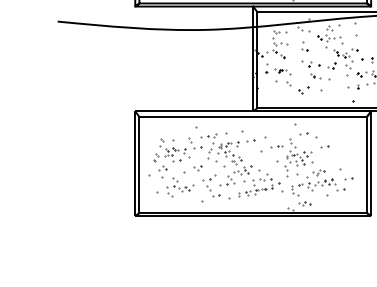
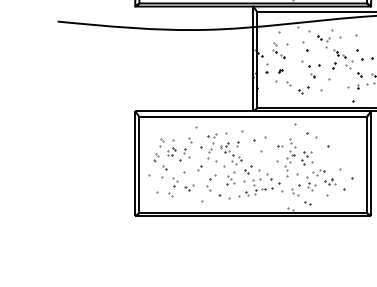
hatch at (319, 48): present -> none
hatch at (252, 168): present -> none
